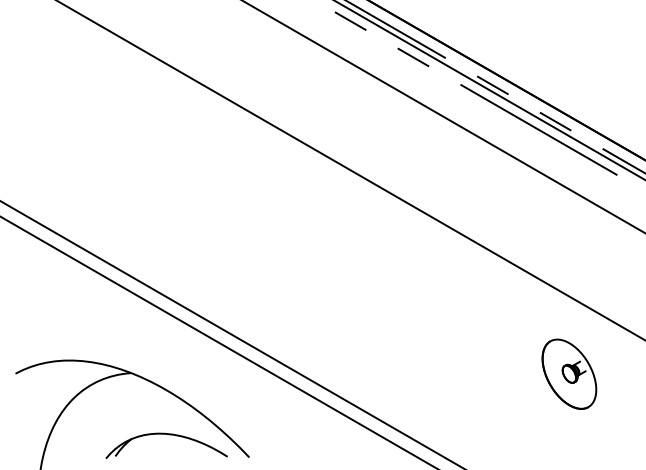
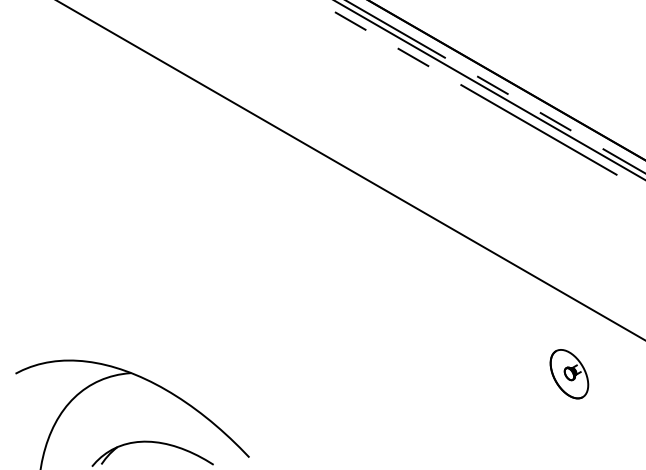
line at (443, 116): present -> none
line at (231, 334): present -> none
line at (218, 341): present -> none
part at (569, 373) size: 57x72 px -> 41x51 px
part at (168, 435) position: (168, 435) -> (154, 443)
